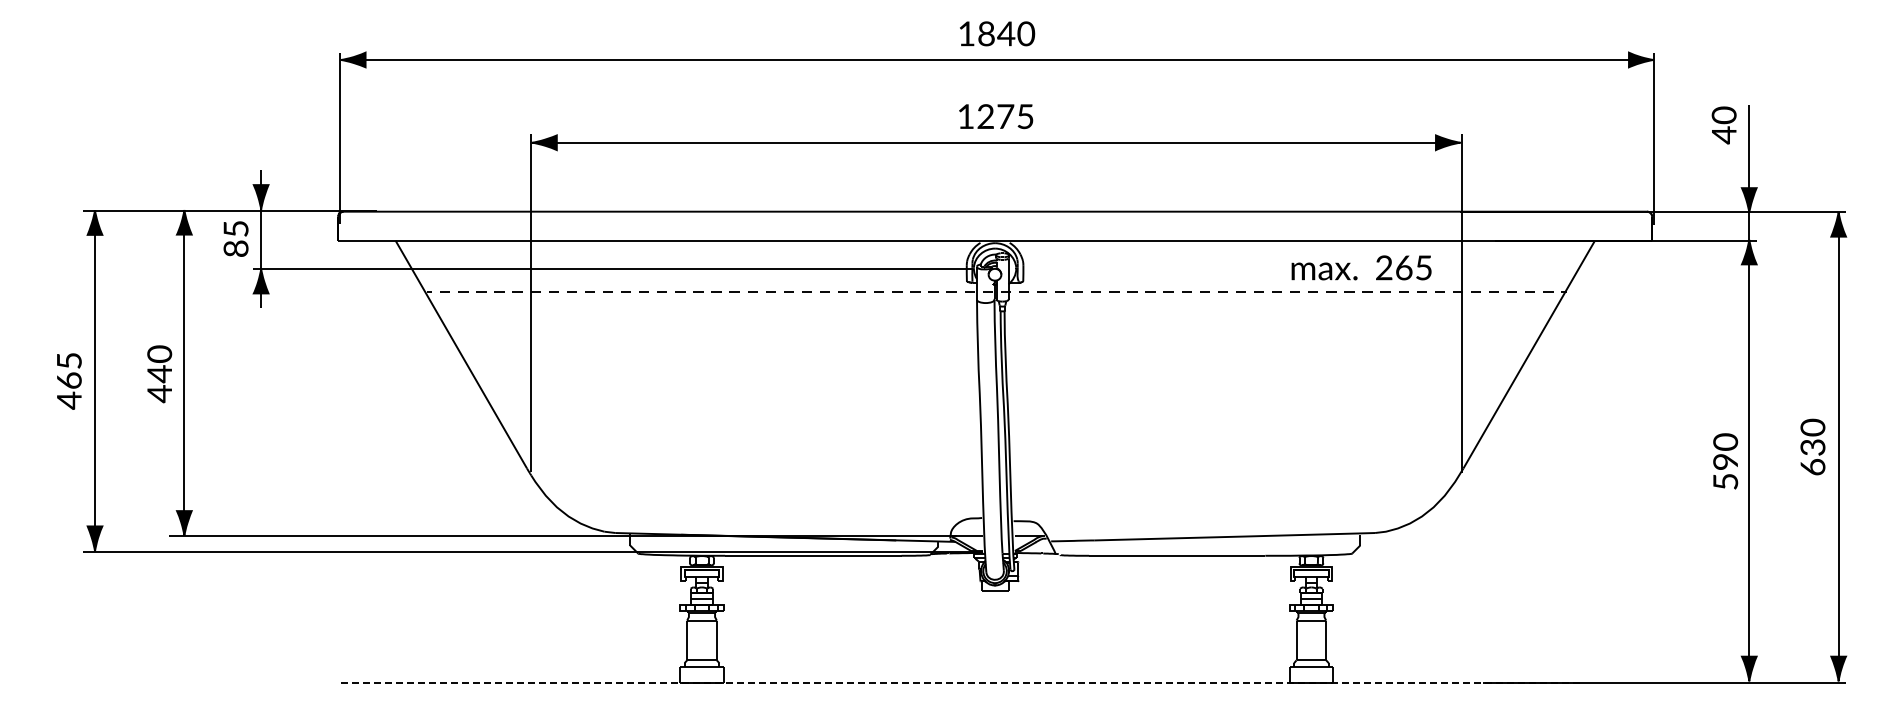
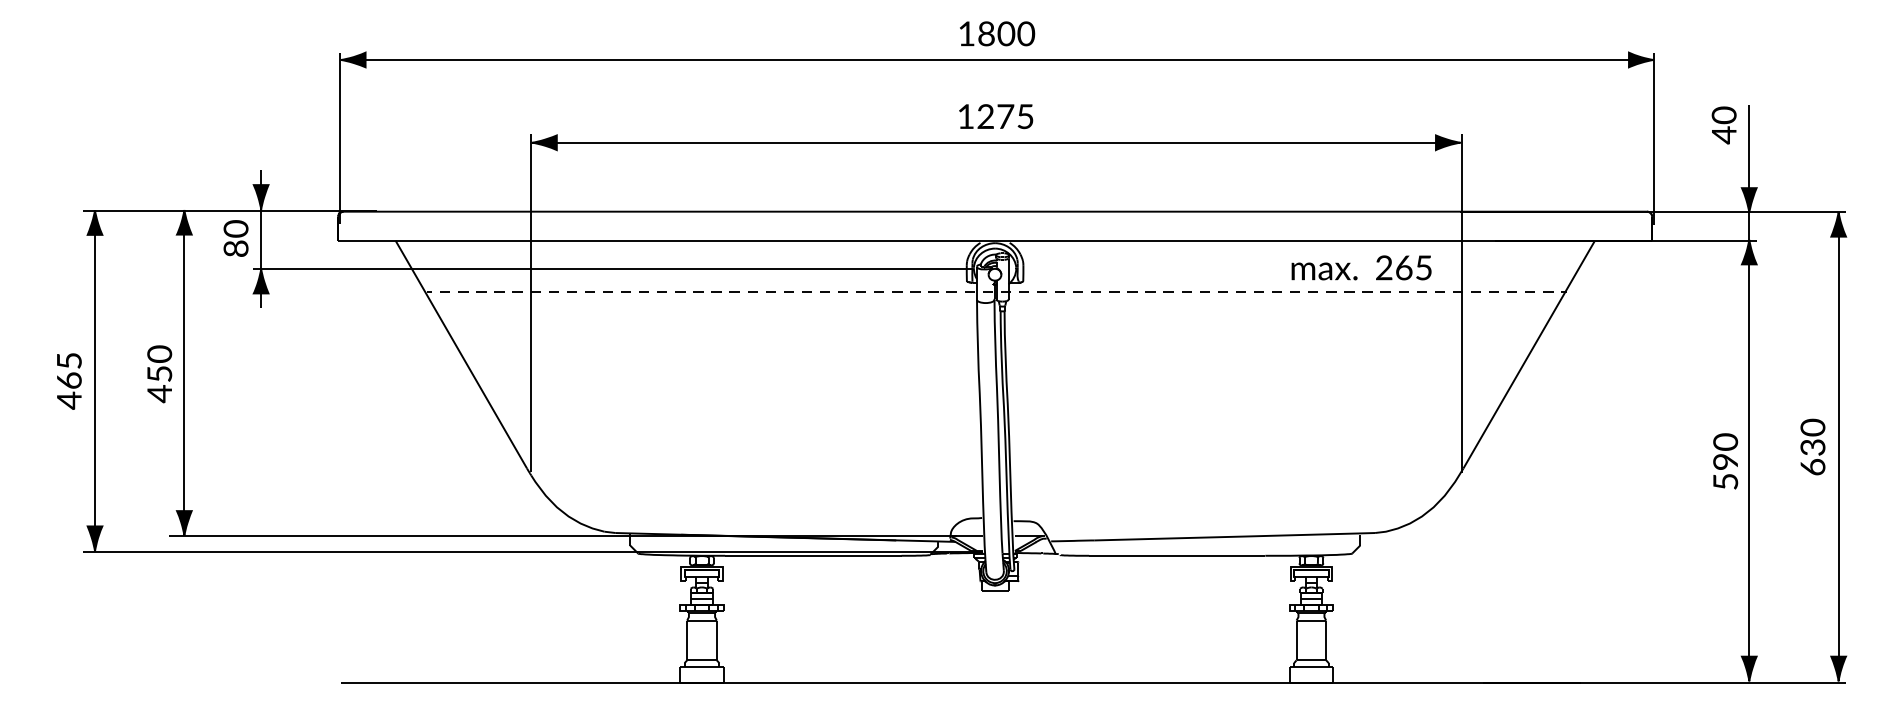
text at (1006, 33): 1840 -> 1800
text at (235, 228): 85 -> 80
text at (159, 374): 440 -> 450
line at (960, 682): dashed -> solid
